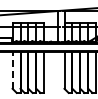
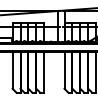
line at (12, 69): dashed -> solid
